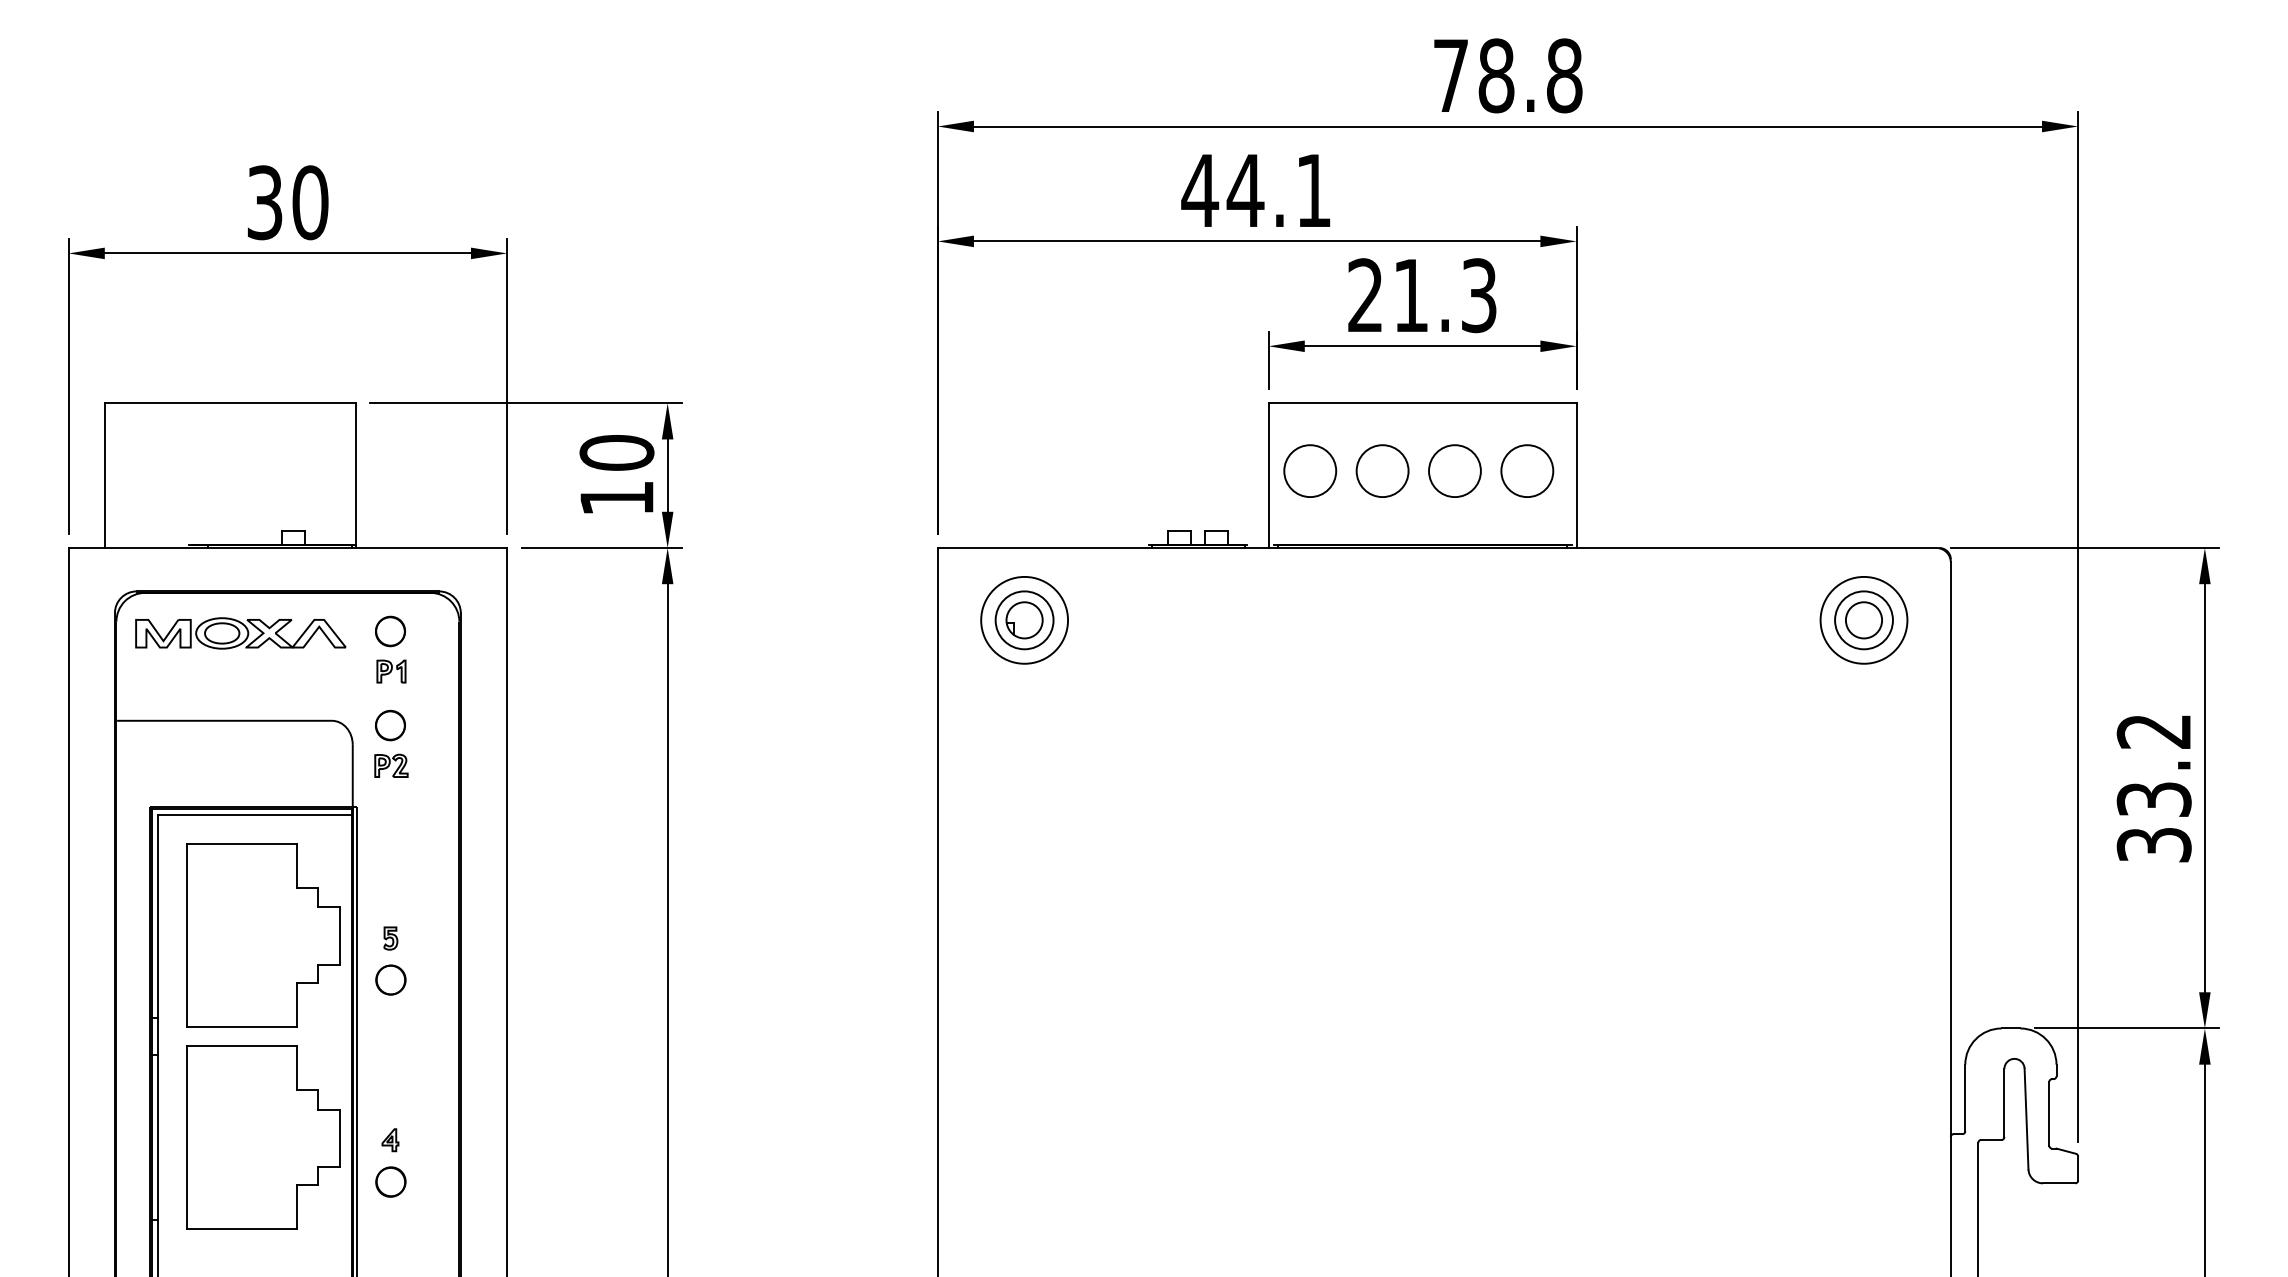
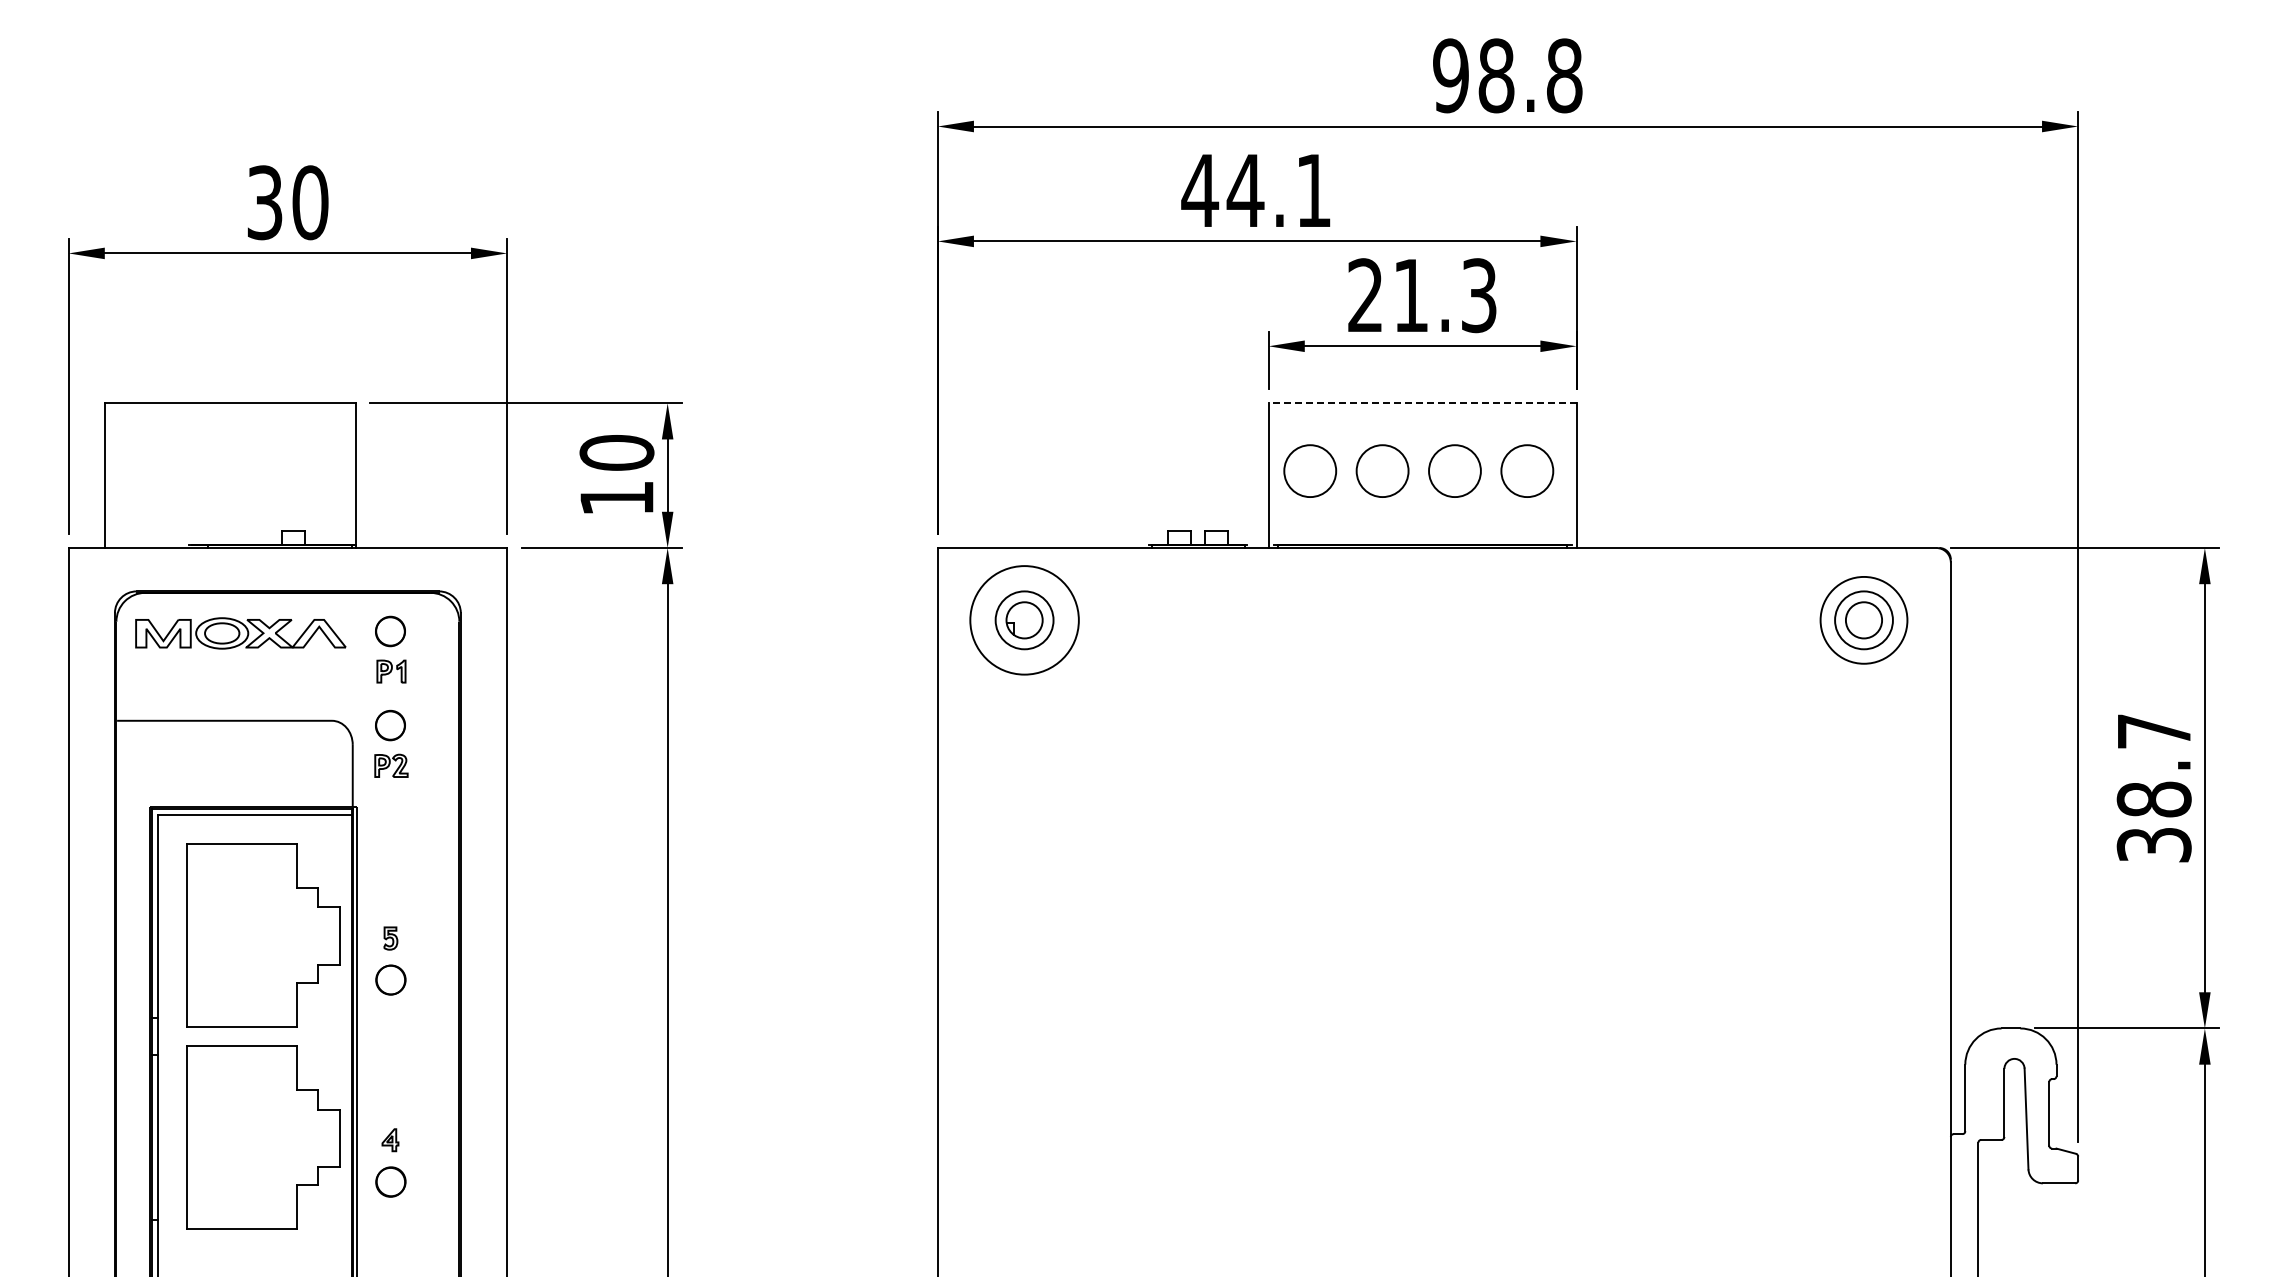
text at (1450, 75): 78.8 -> 98.8
line at (1422, 403): solid -> dashed
circle at (1024, 619) diameter: 87 px -> 109 px
text at (2153, 765): 33.2 -> 38.7
